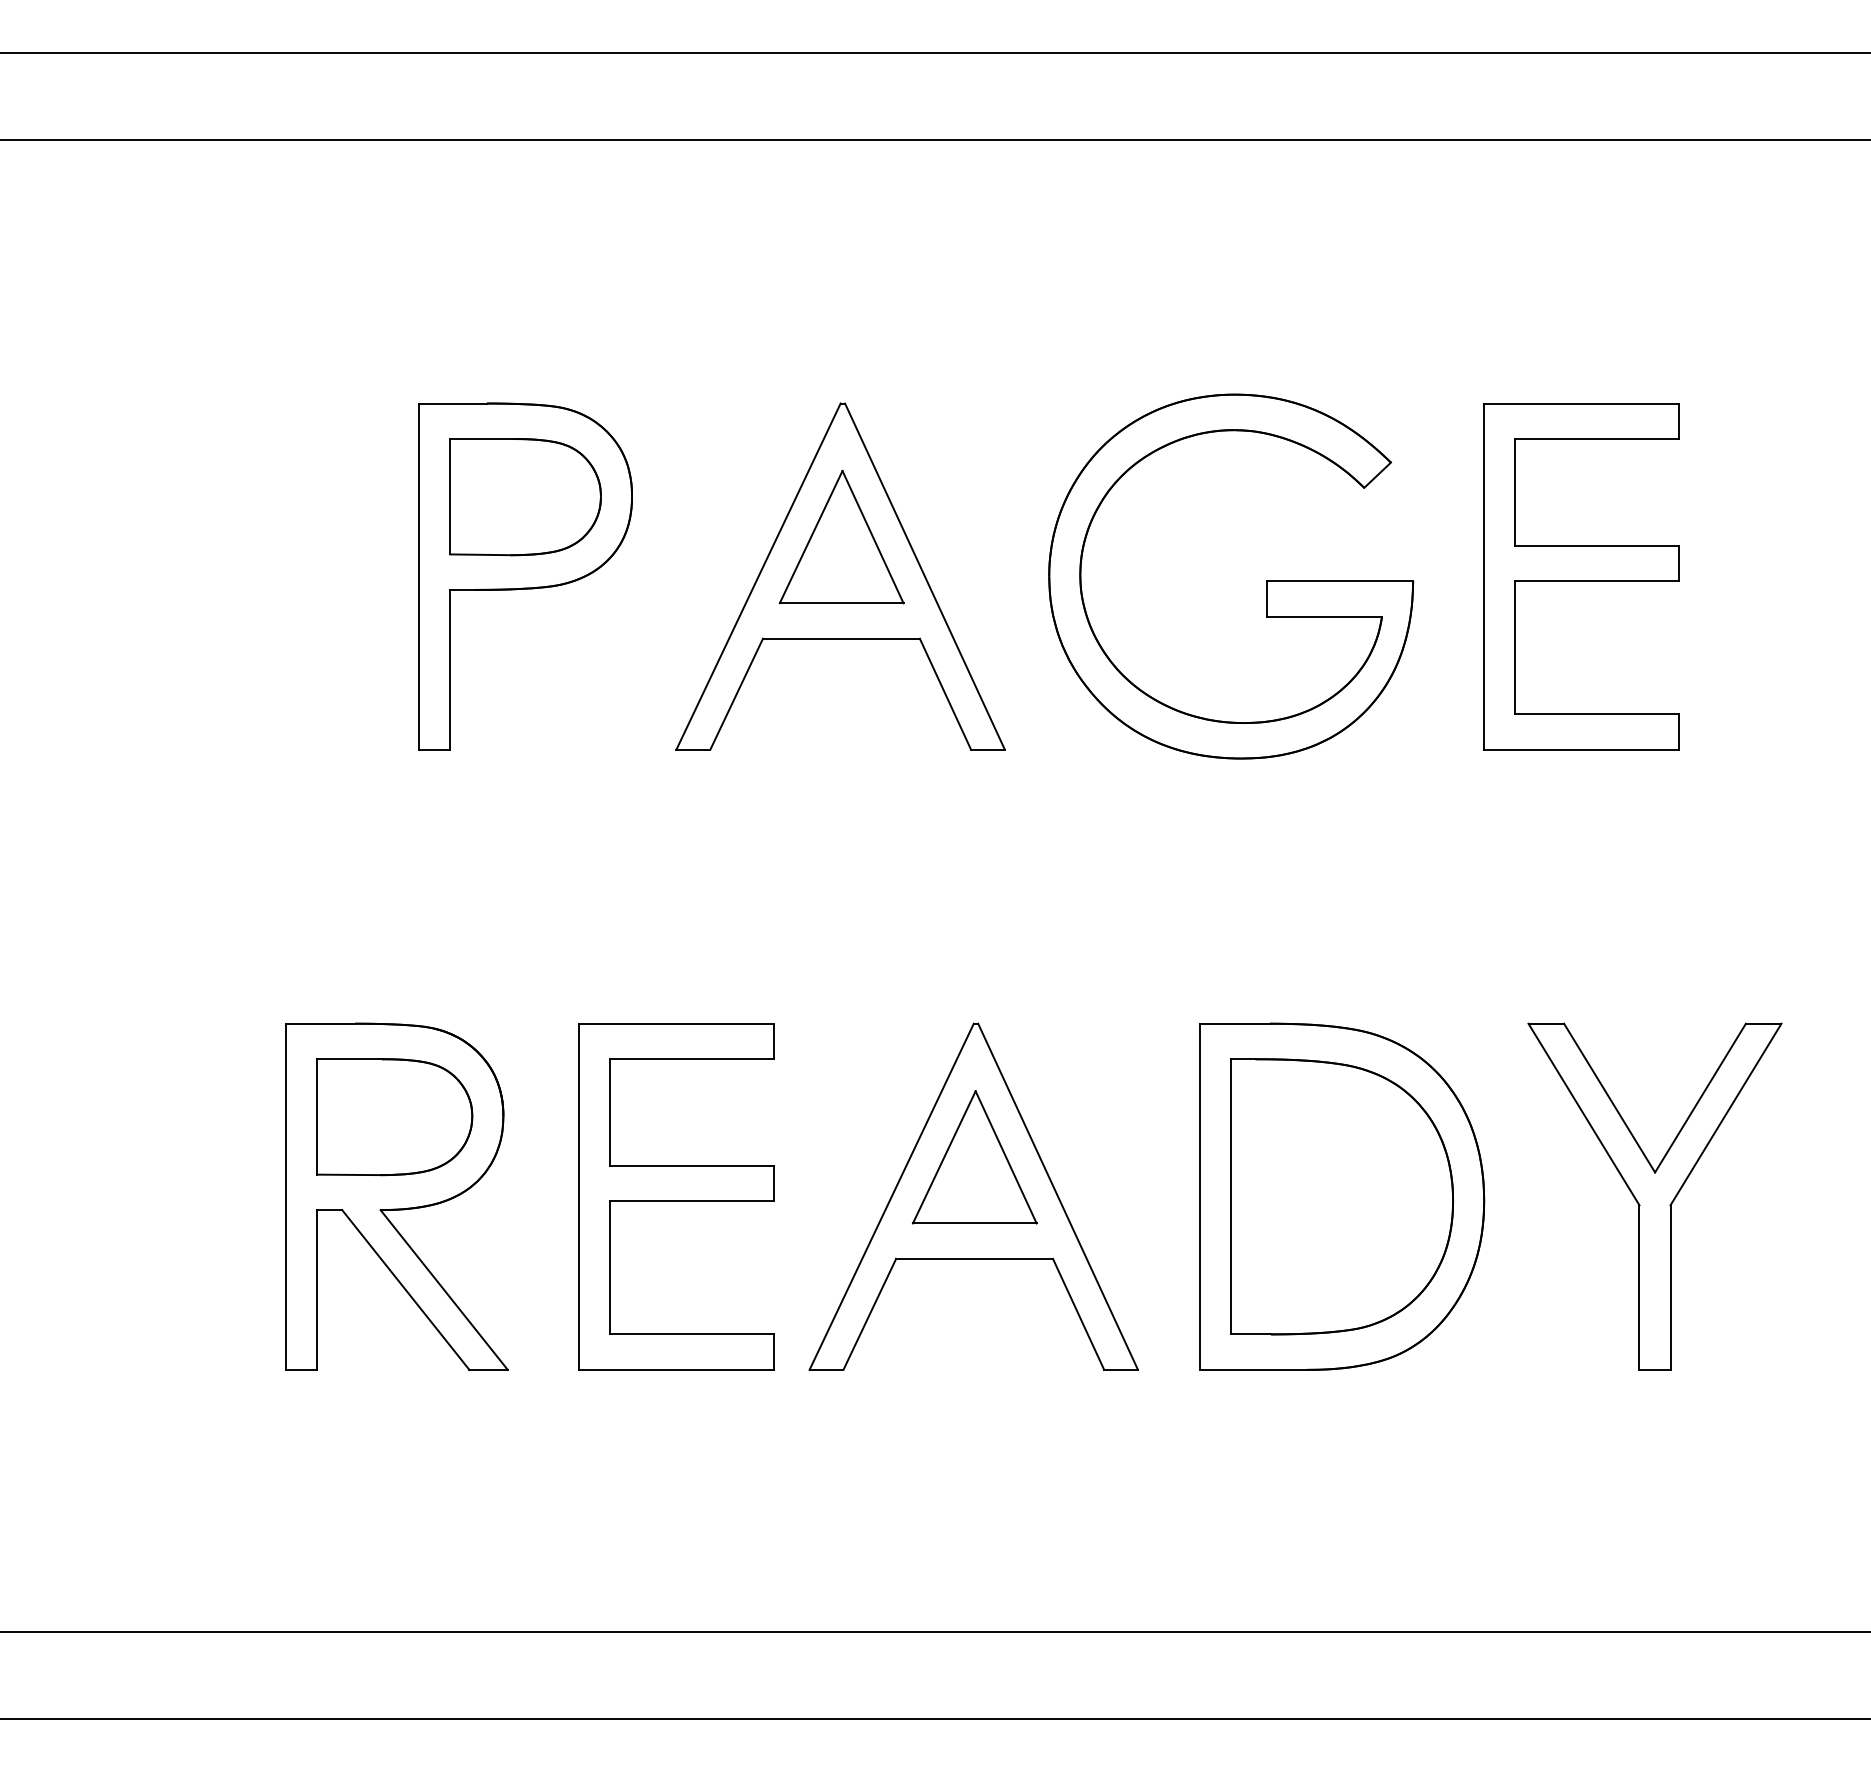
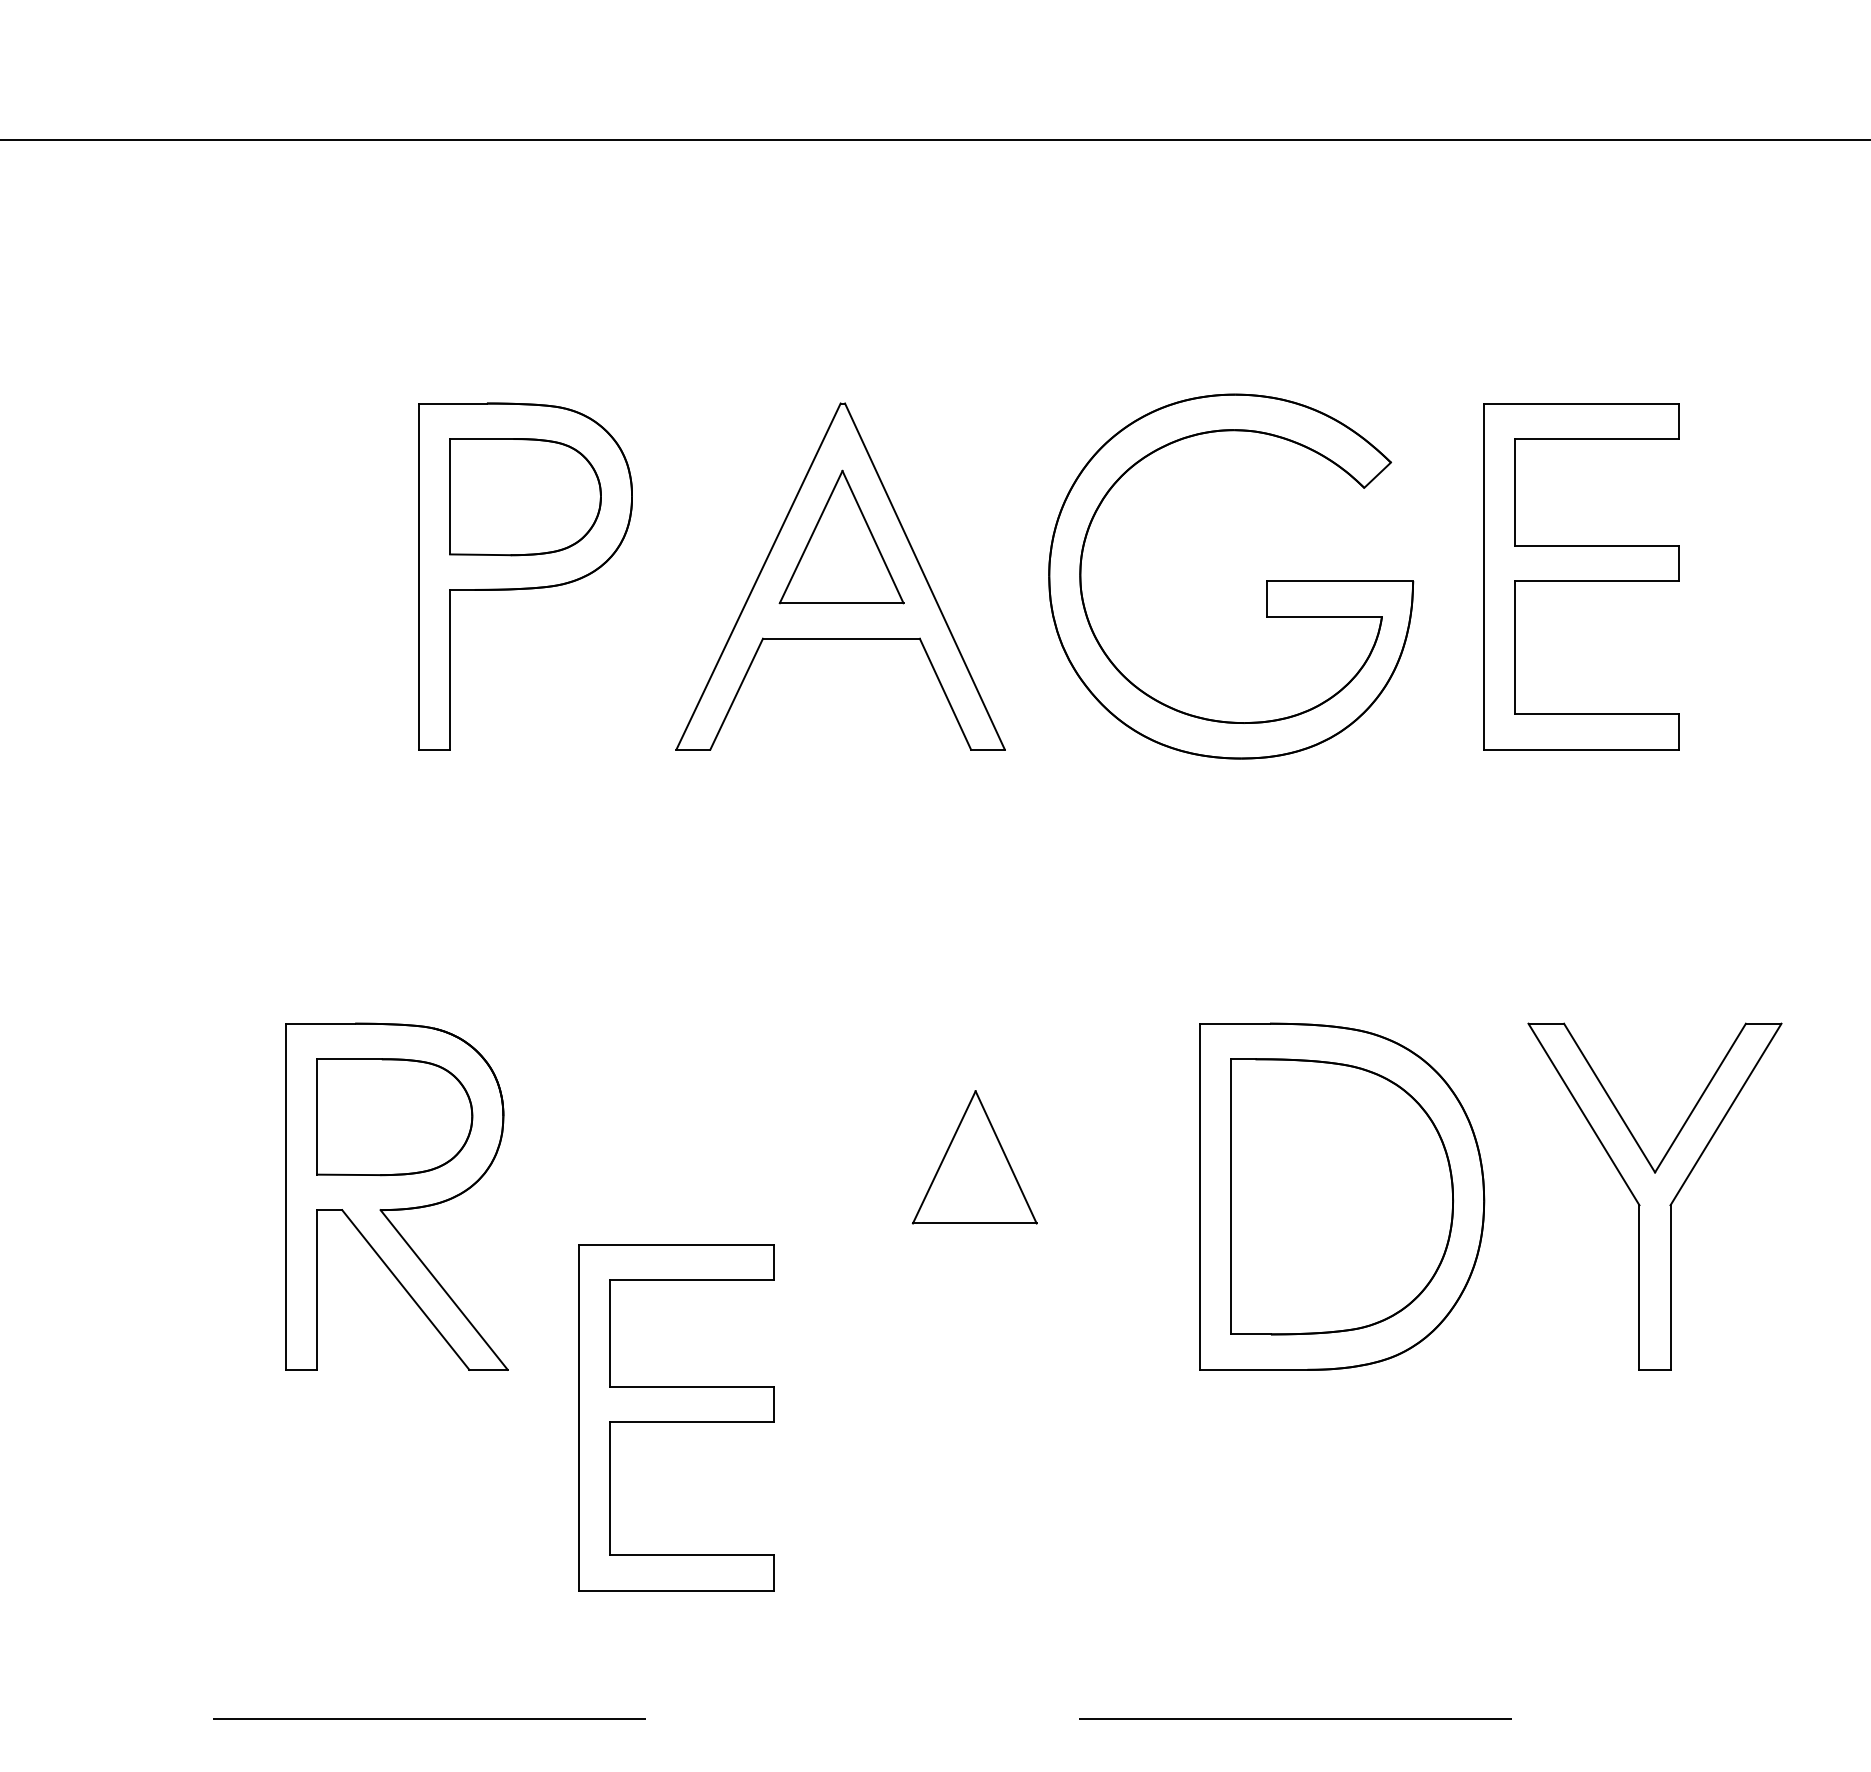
line at (934, 53): present -> none
part at (676, 1196) position: (676, 1196) -> (676, 1417)
part at (973, 1196): present -> none
line at (934, 1632): present -> none
line at (935, 1718): solid -> dashed
